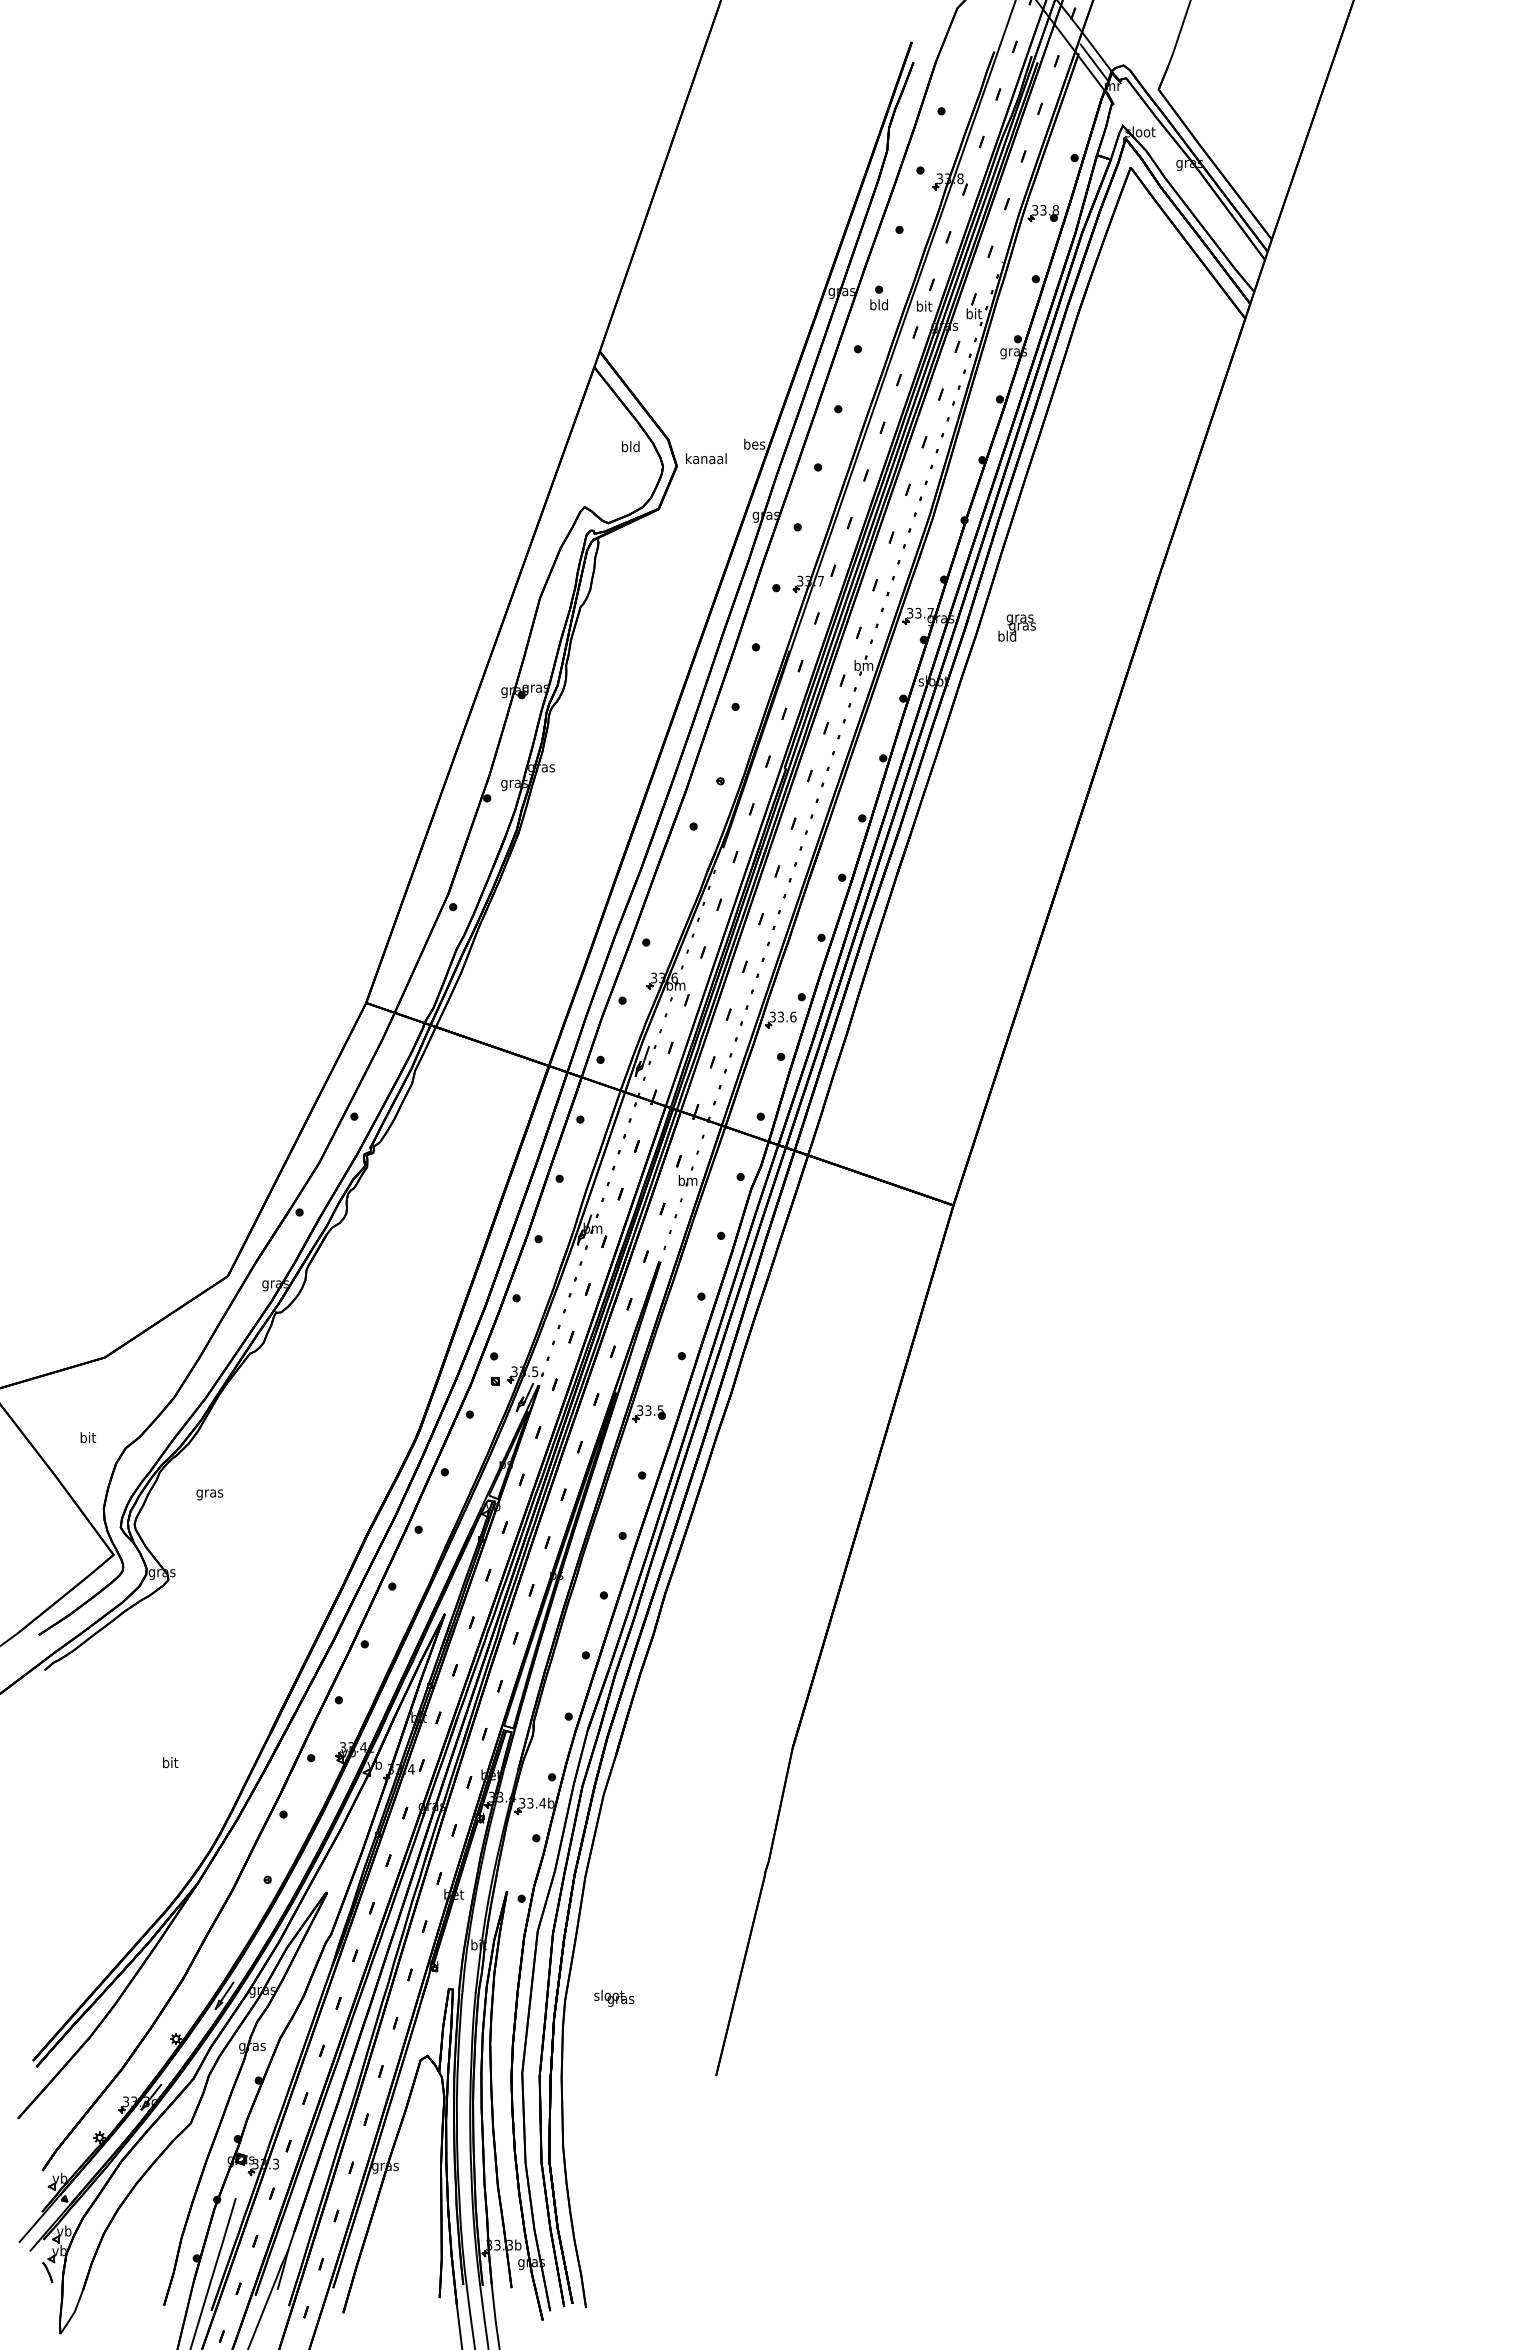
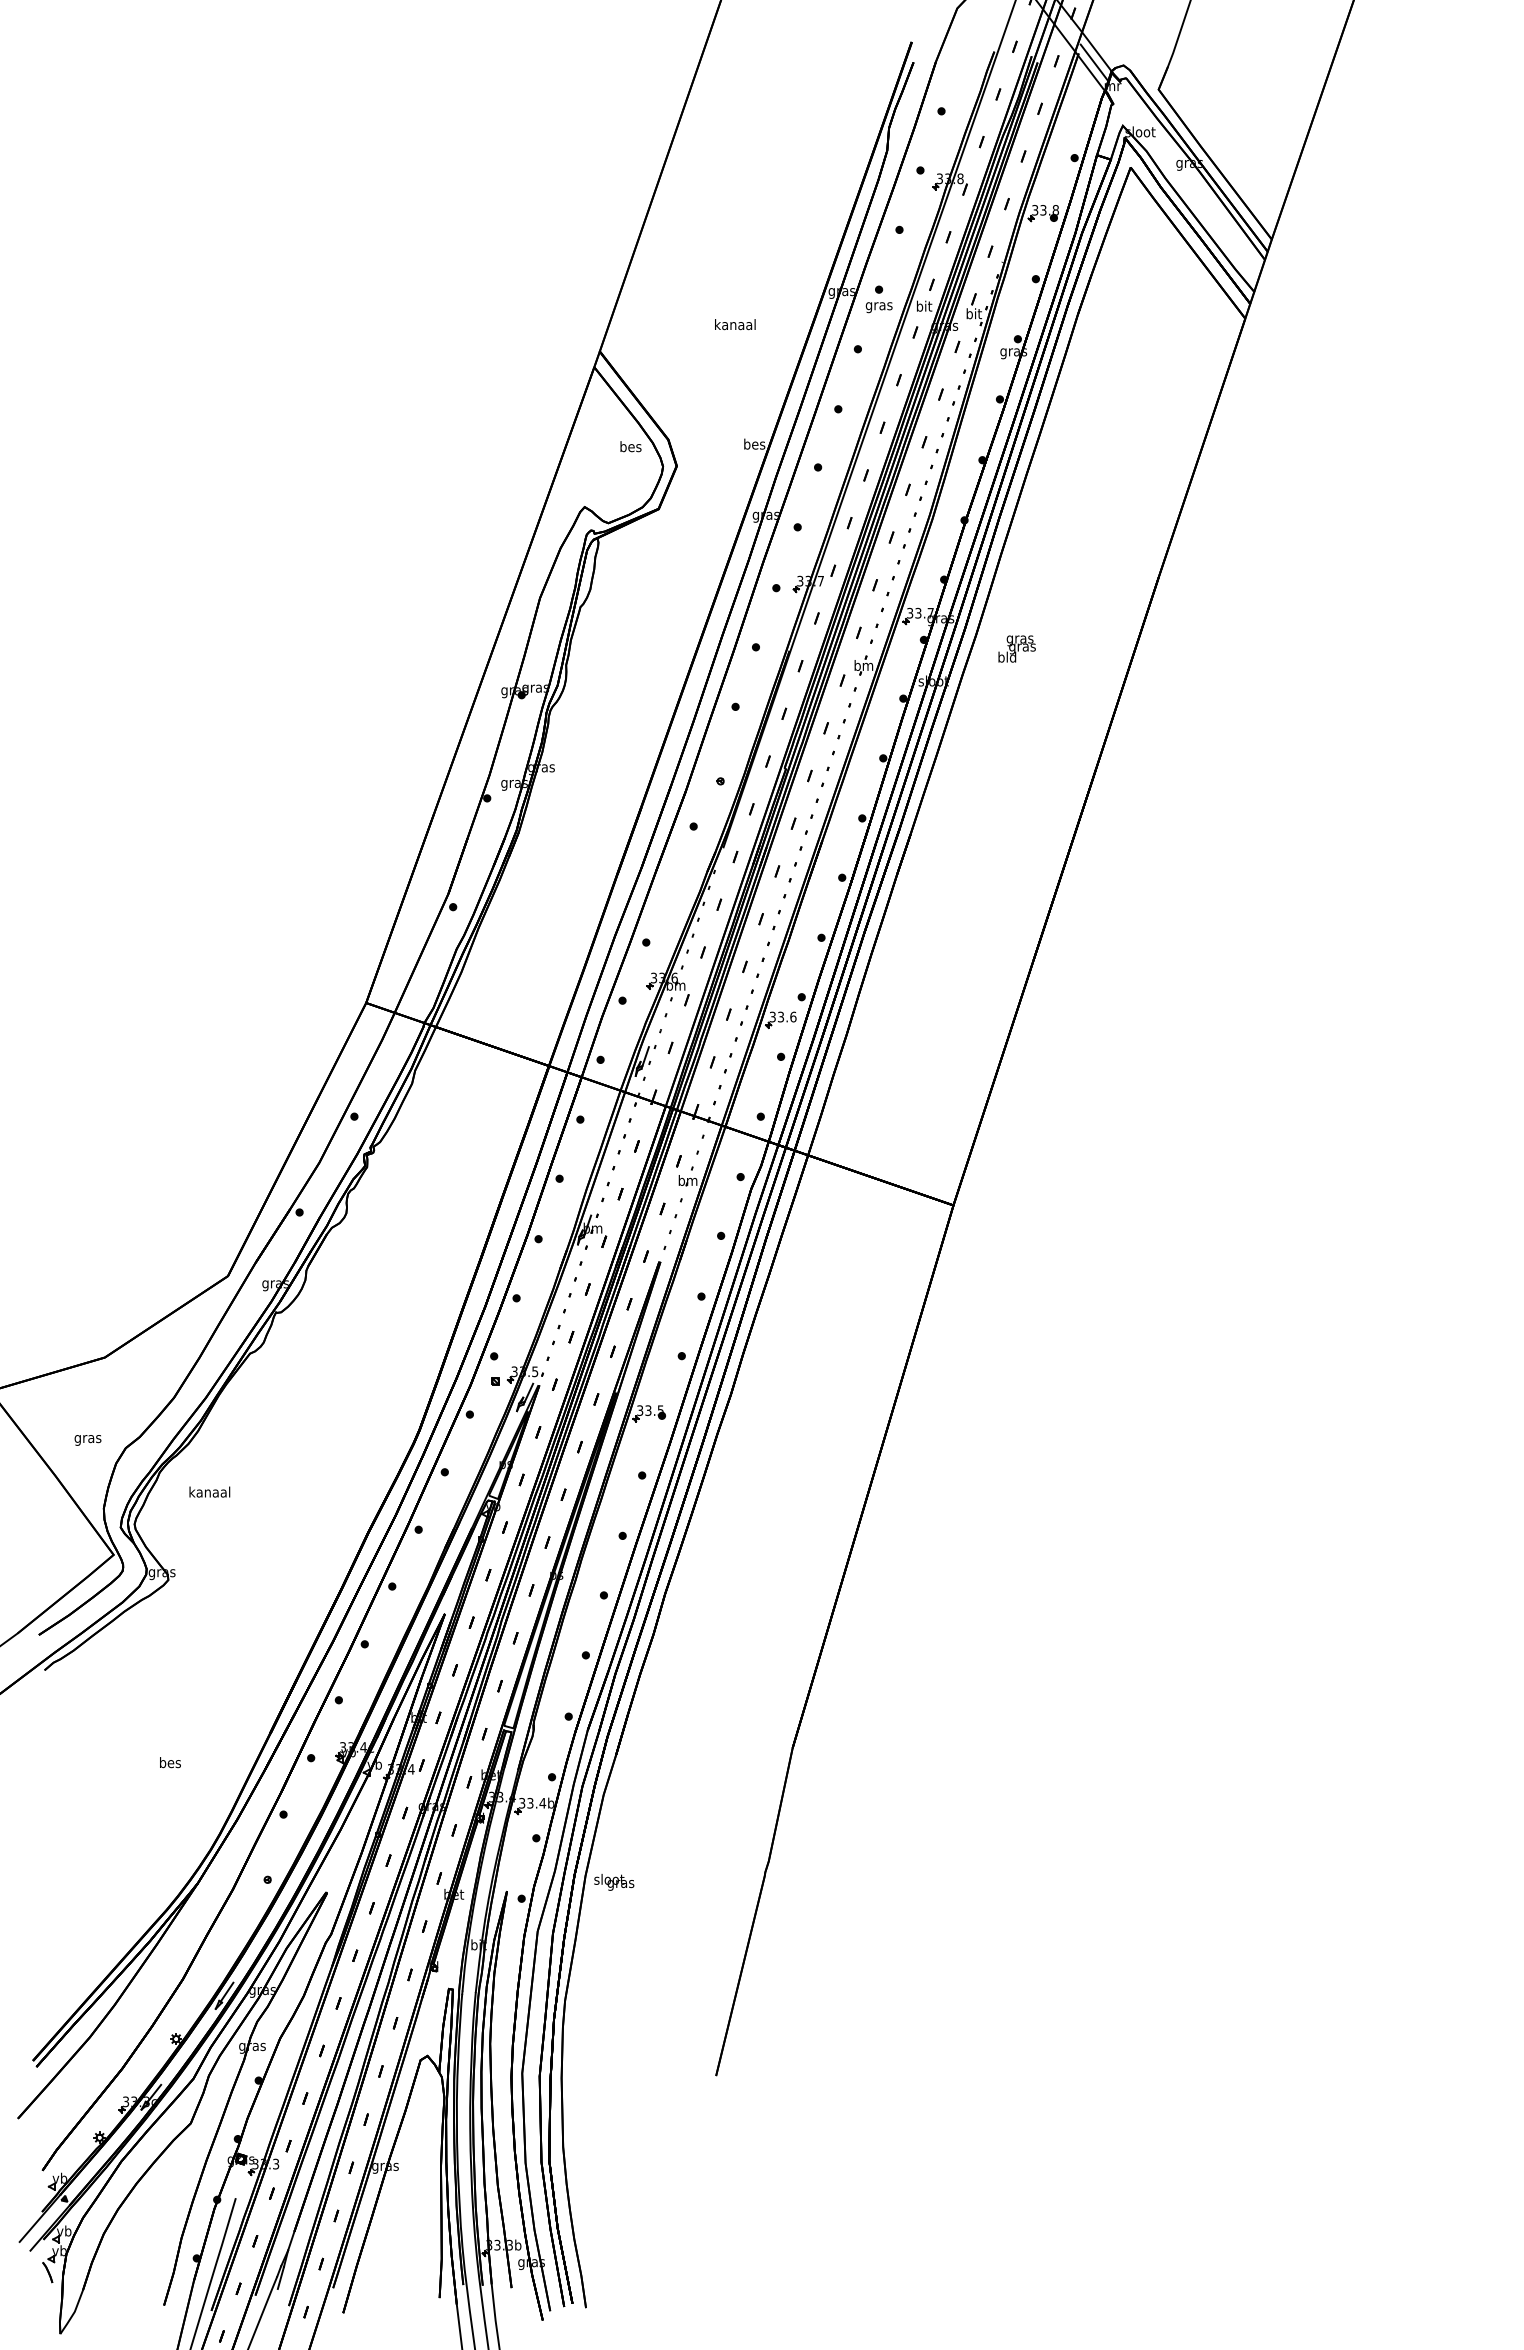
text at (878, 306): bld -> gras
text at (630, 446): bld -> bes
text at (706, 458) position: (706, 458) -> (735, 324)
text at (1016, 627) position: (1016, 627) -> (1016, 648)
text at (87, 1438): bit -> gras
text at (209, 1493): gras -> kanaal
text at (170, 1762): bit -> bes
text at (614, 1998) position: (614, 1998) -> (614, 1882)
